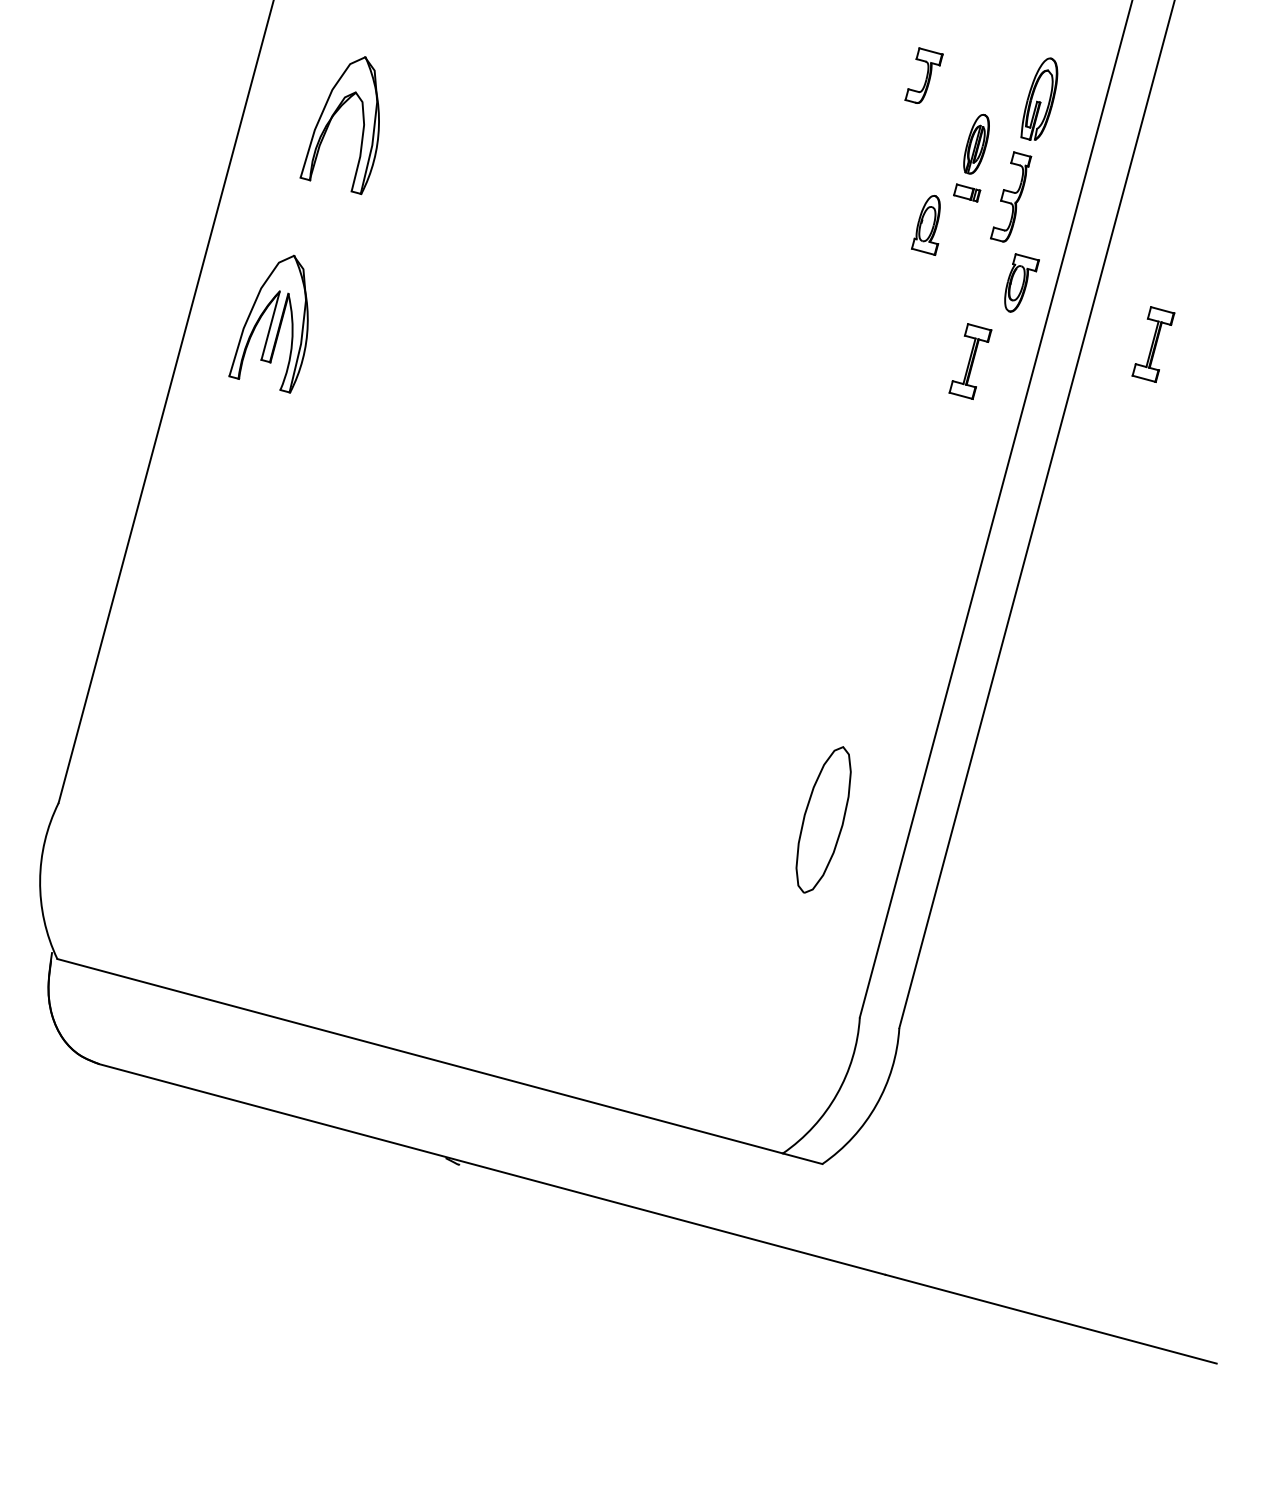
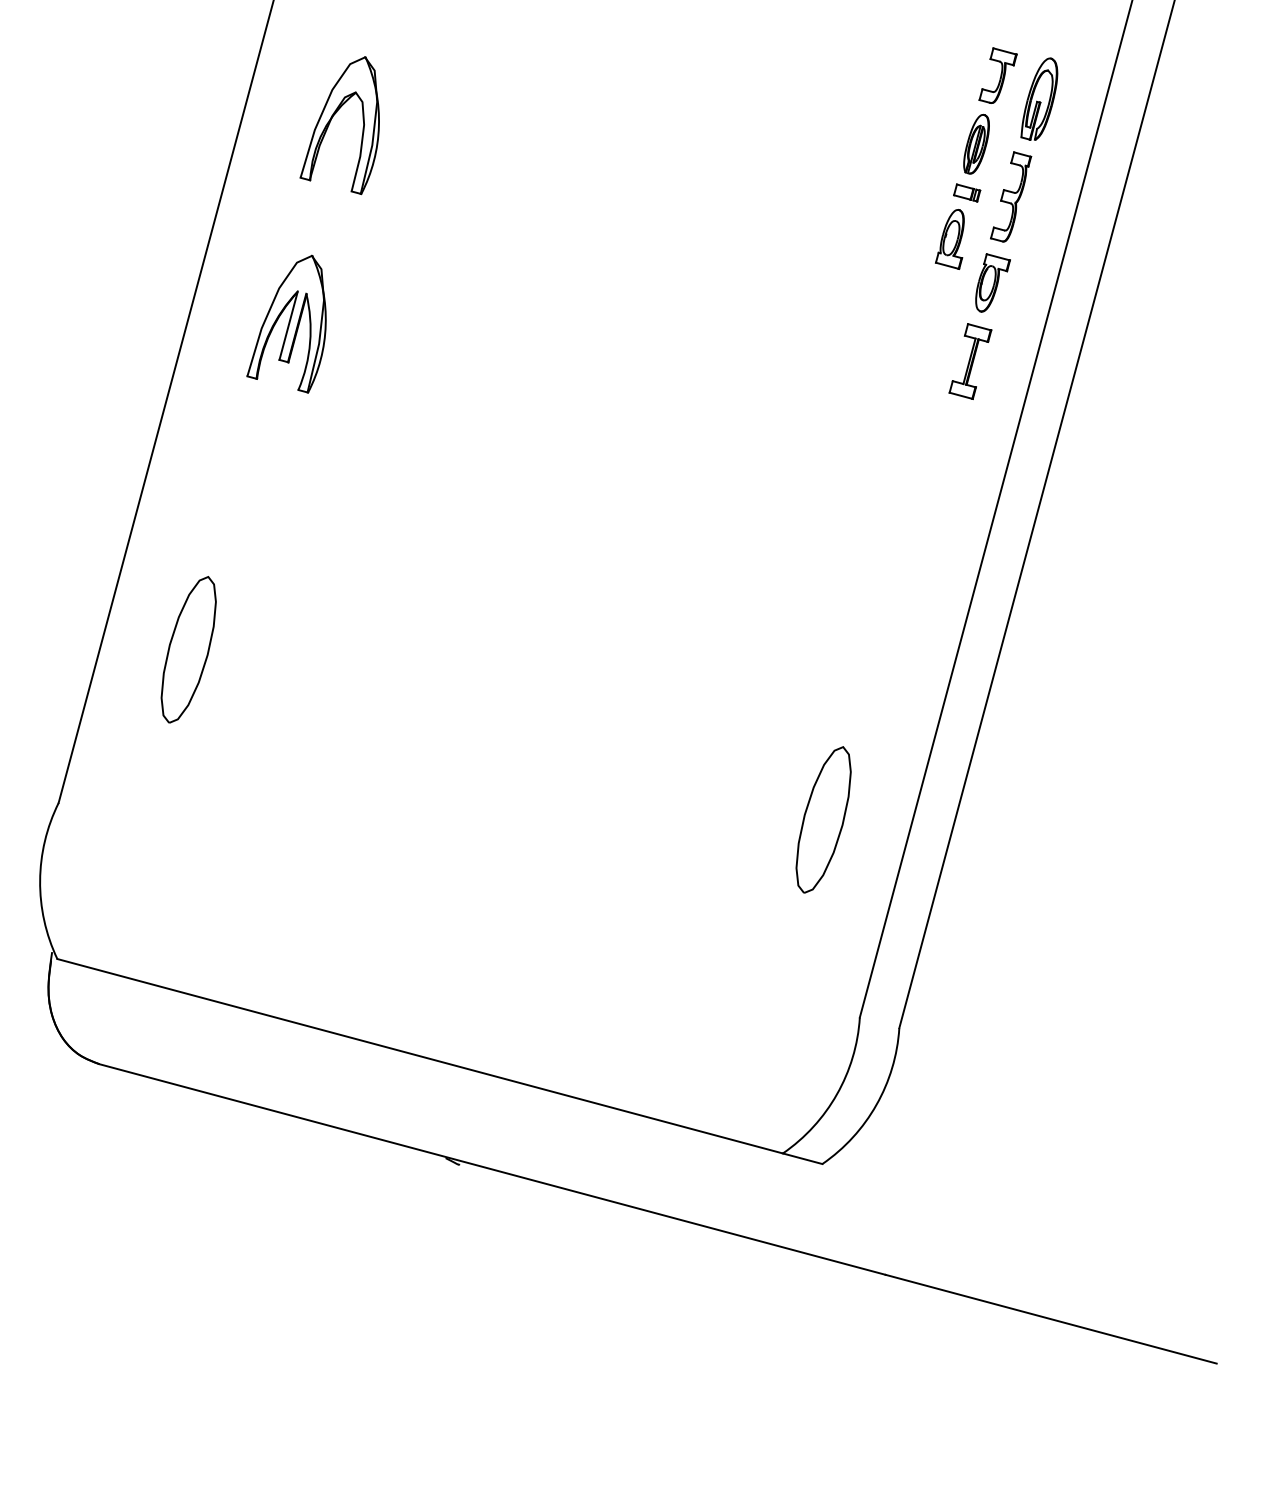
part at (923, 75) position: (923, 75) -> (997, 75)
part at (925, 225) position: (925, 225) -> (949, 239)
part at (1021, 282) position: (1021, 282) -> (992, 282)
part at (268, 323) position: (268, 323) -> (286, 323)
part at (1153, 344): present -> none
part at (188, 649): none -> present
